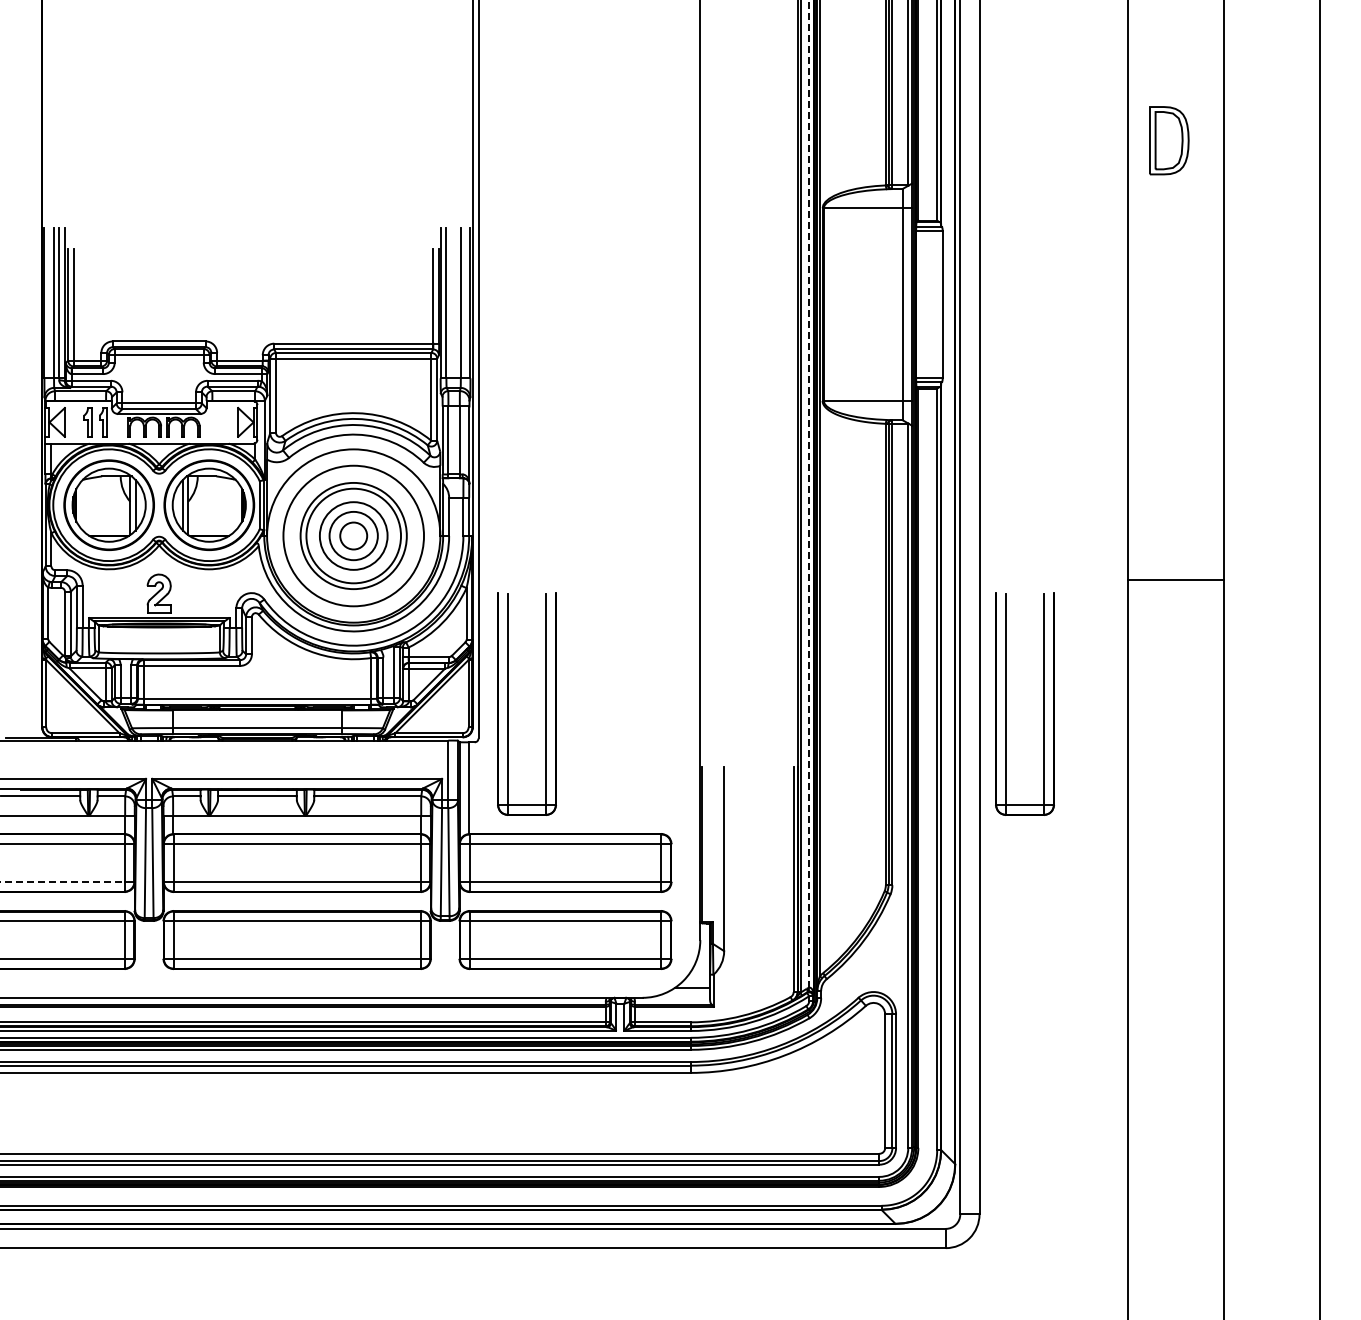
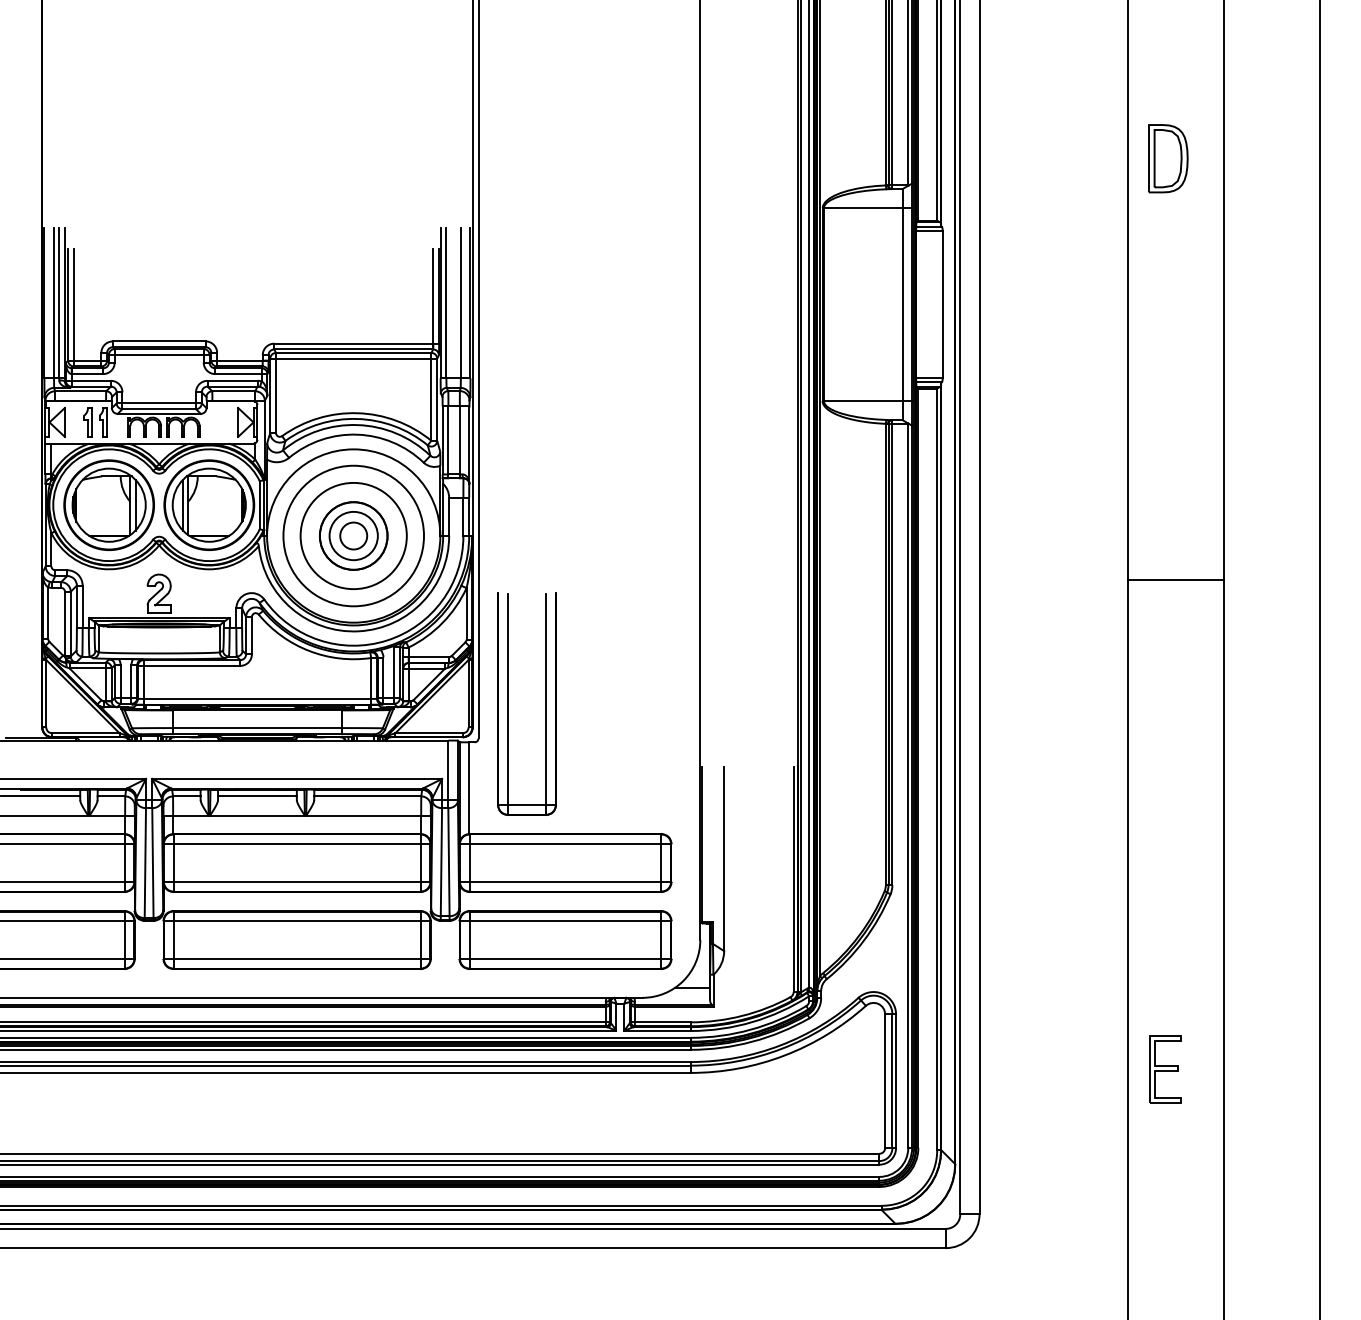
part at (1169, 140) position: (1169, 140) -> (1168, 158)
line at (808, 494): dashed -> solid
circle at (353, 535) diameter: 95 px -> 68 px
part at (1006, 703): present -> none
line at (62, 881): dashed -> solid
part at (1165, 1069): none -> present
